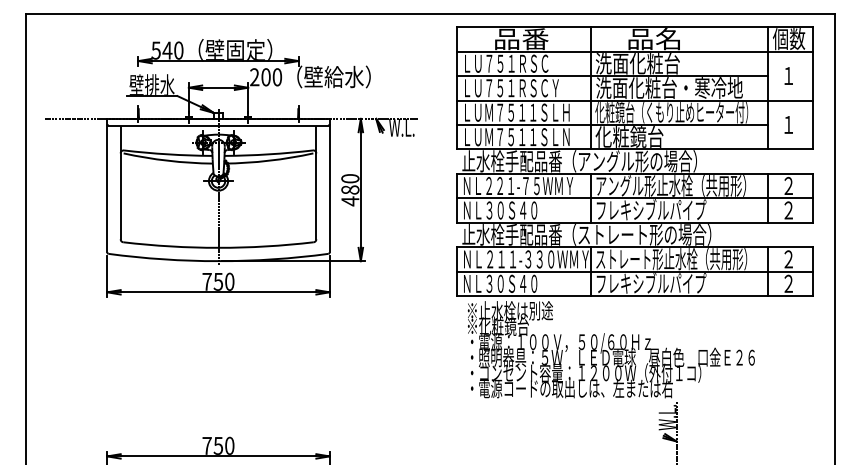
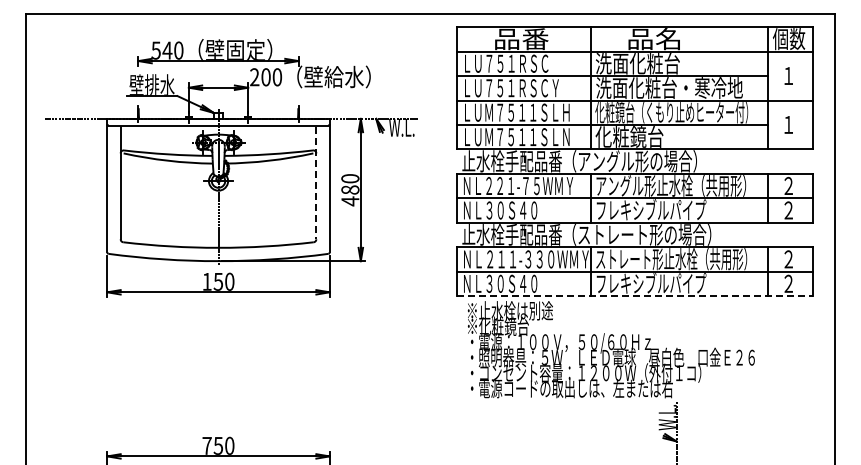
line at (316, 183): solid -> dashed
text at (206, 281): 750 -> 150
line at (635, 296): solid -> dashed
